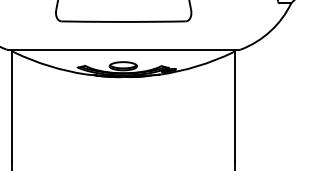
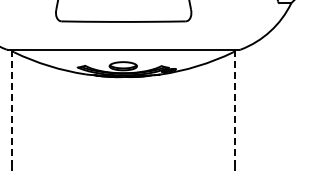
line at (12, 106): solid -> dashed
line at (235, 106): solid -> dashed
